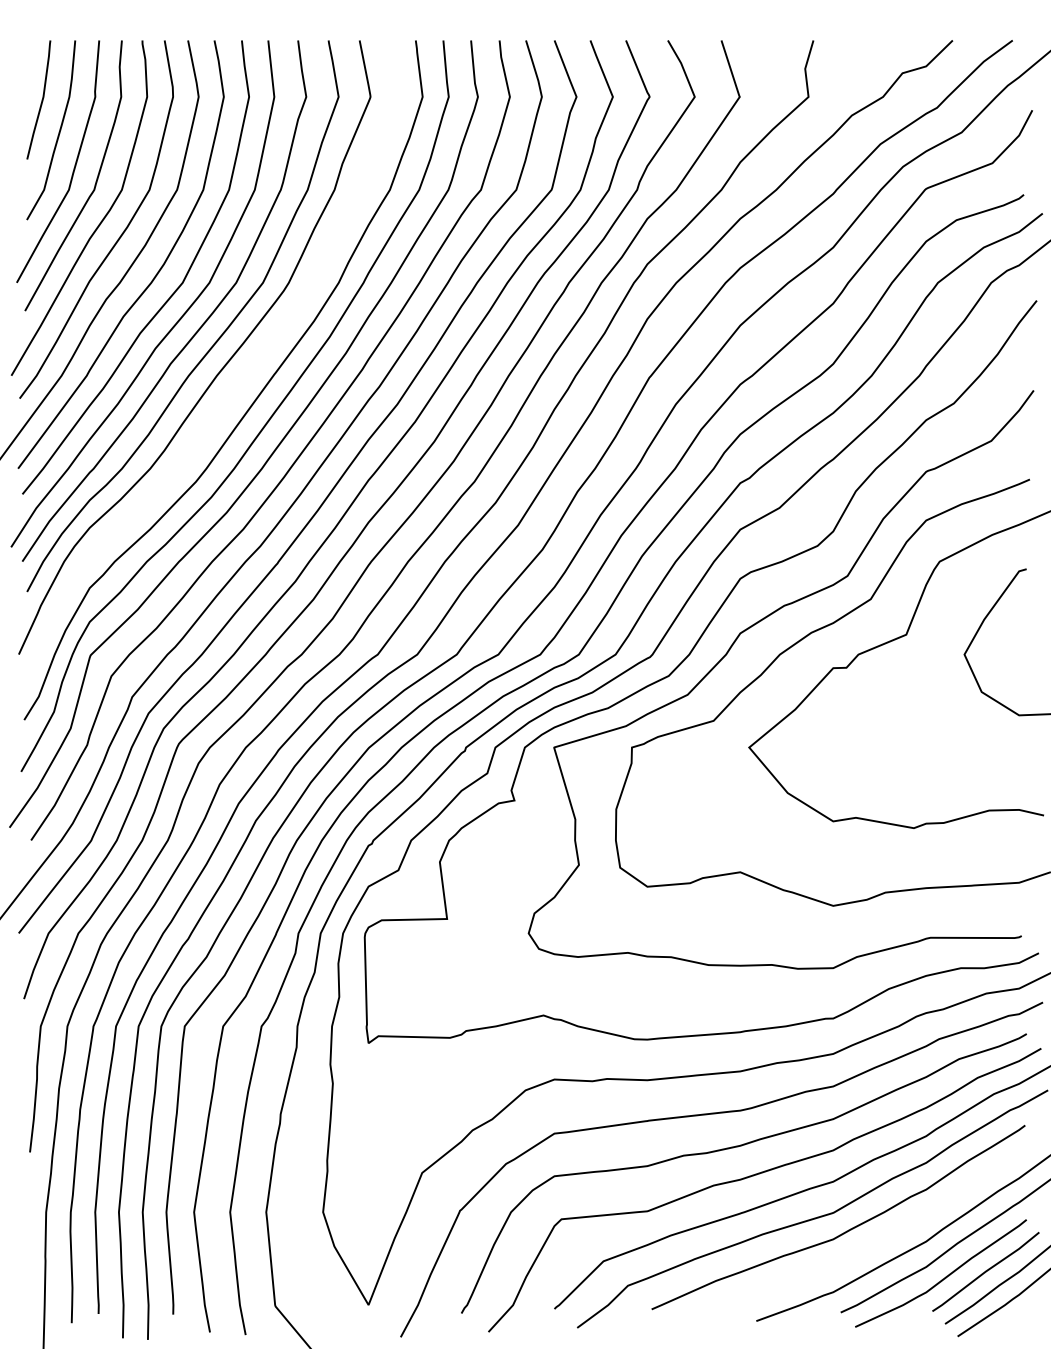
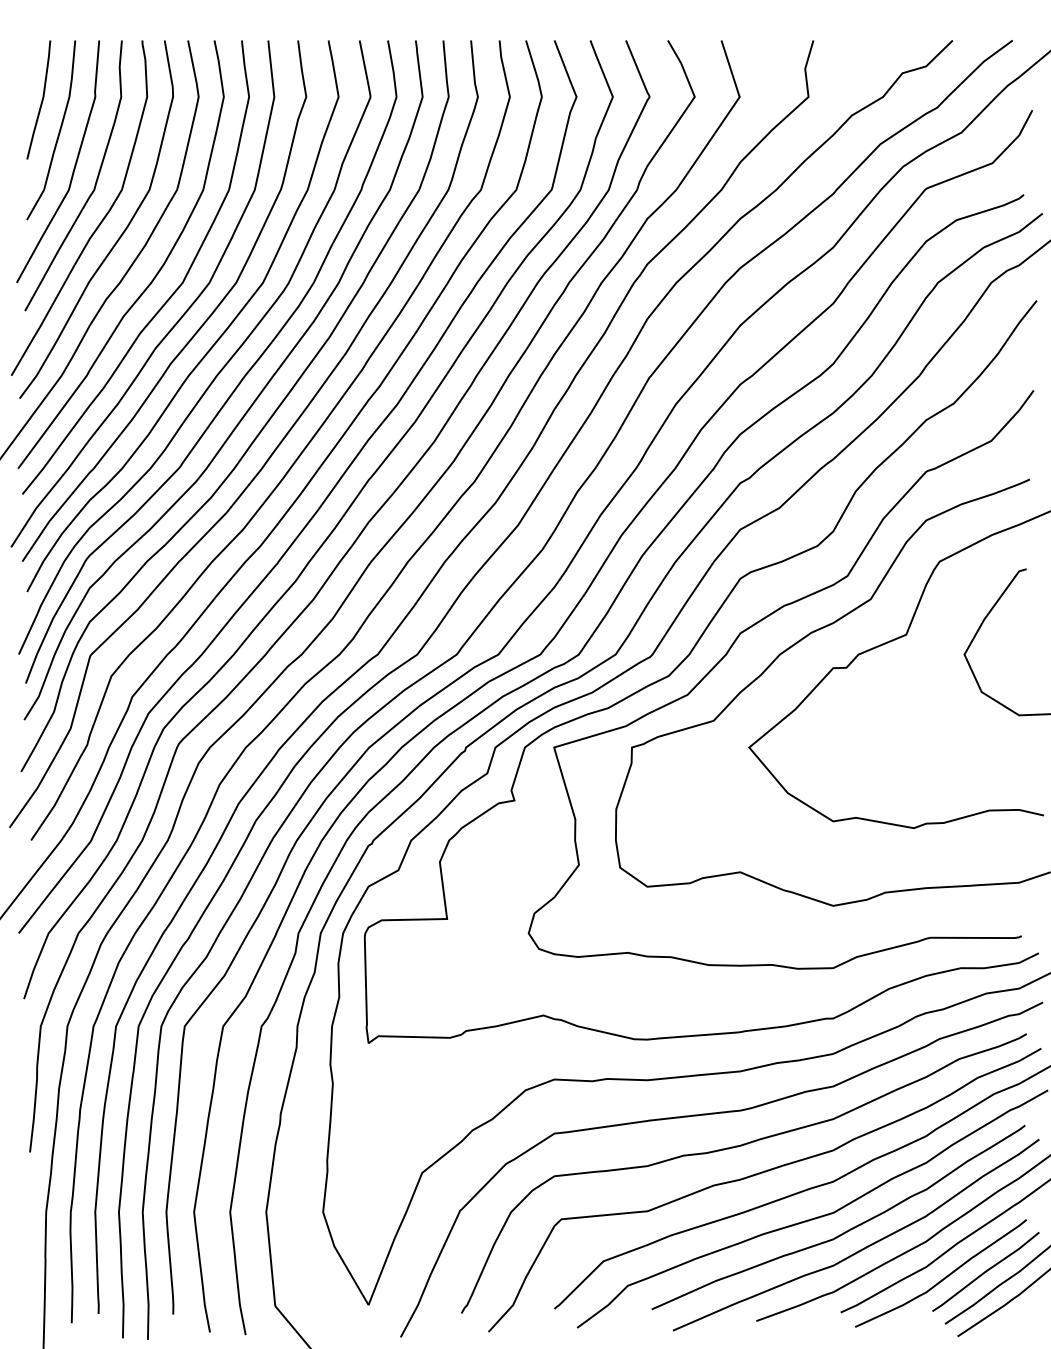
curve at (239, 381): none -> present
curve at (862, 1248): none -> present
